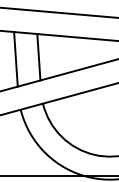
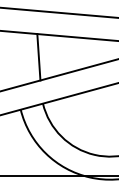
line at (15, 59): present -> none
